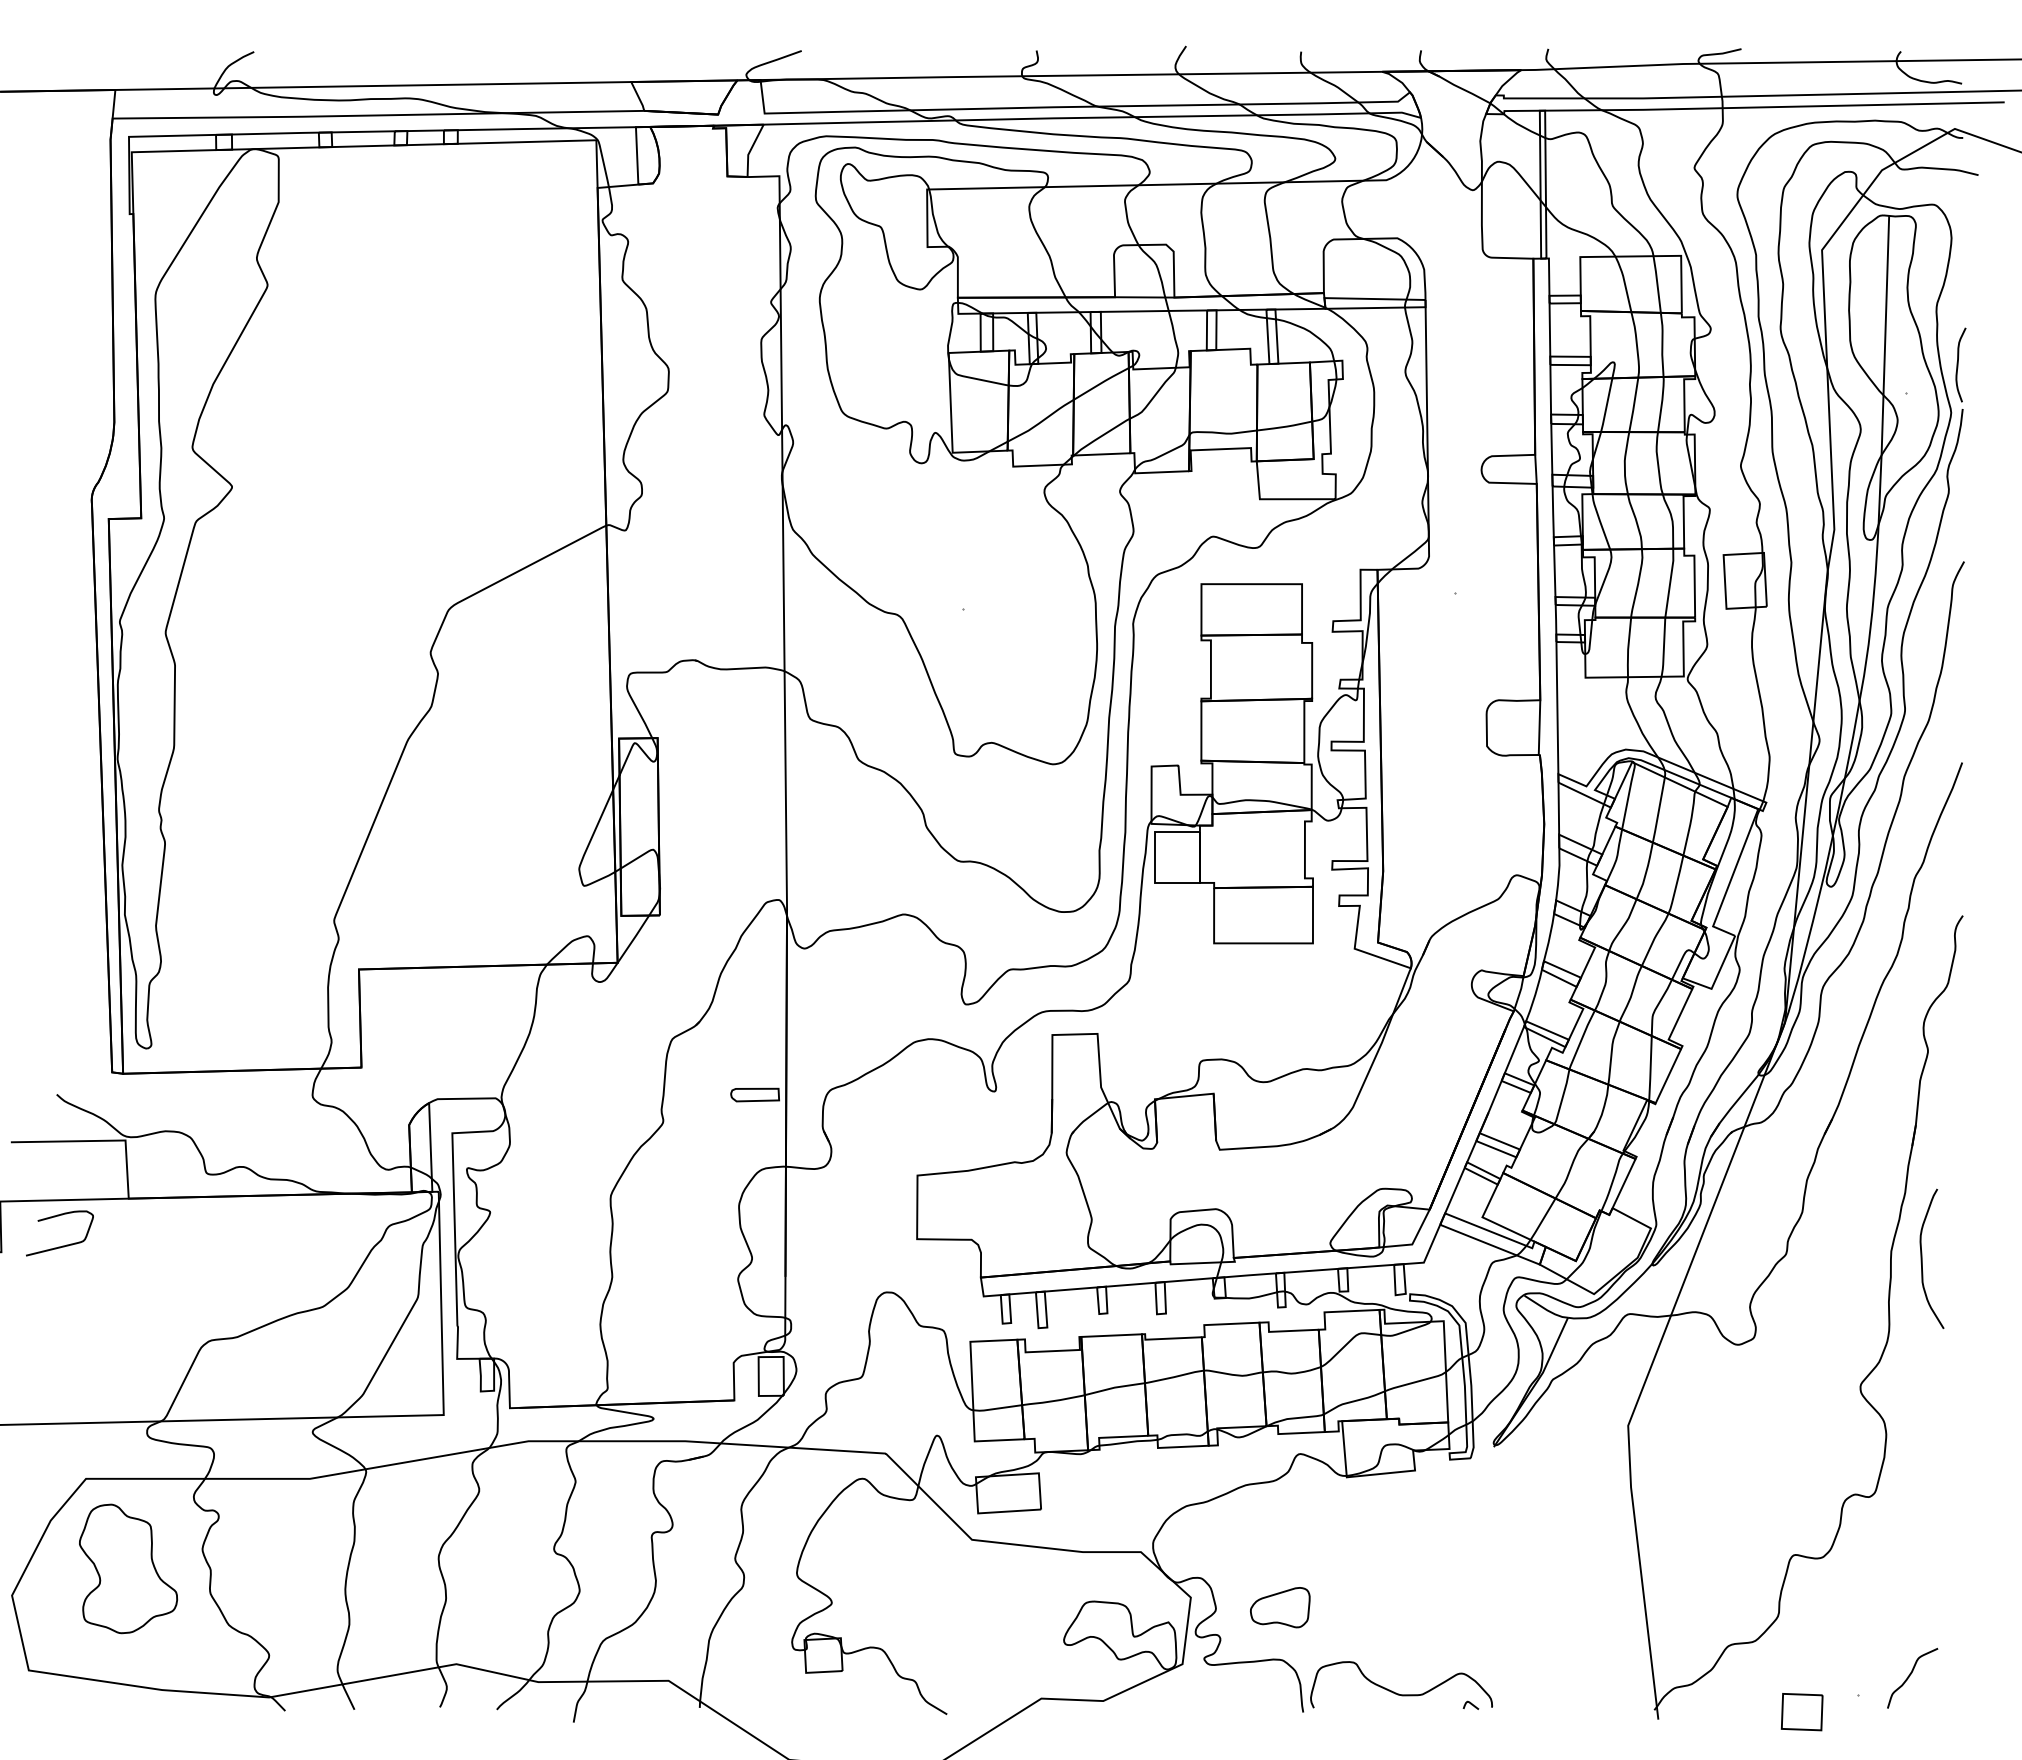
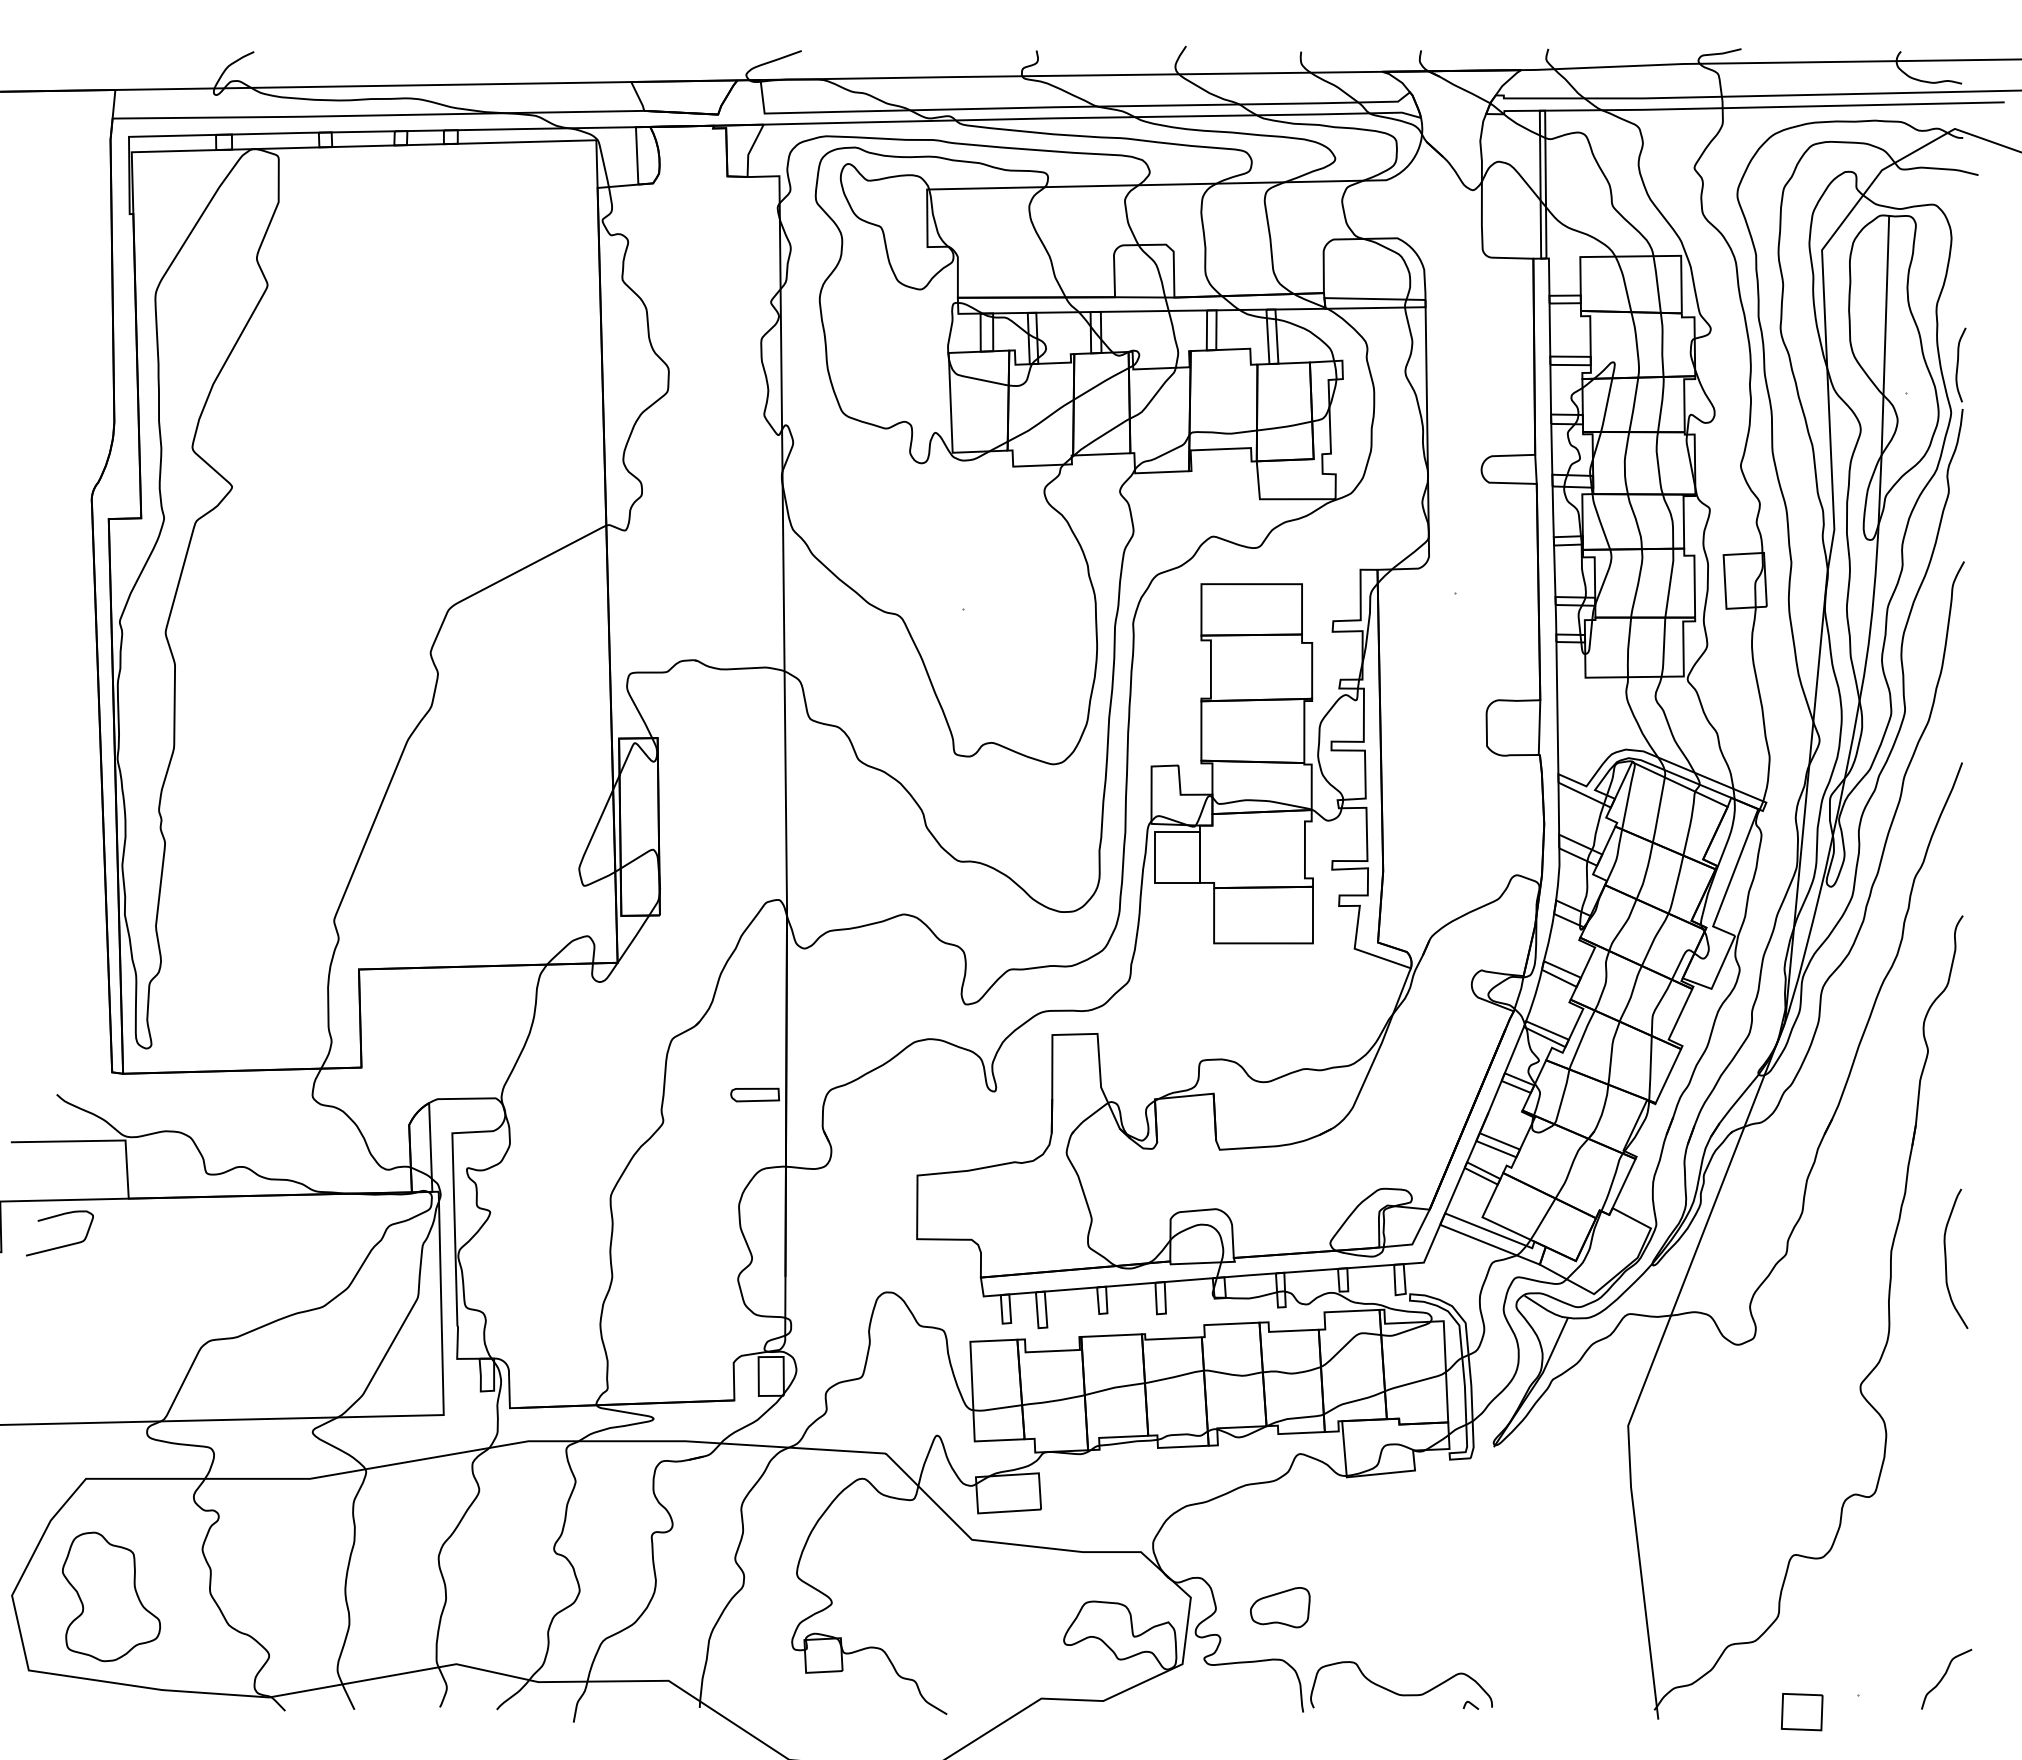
curve at (1922, 1258) position: (1922, 1258) -> (1946, 1258)
part at (128, 1568) position: (128, 1568) -> (111, 1596)
curve at (1910, 1675) position: (1910, 1675) -> (1944, 1676)
